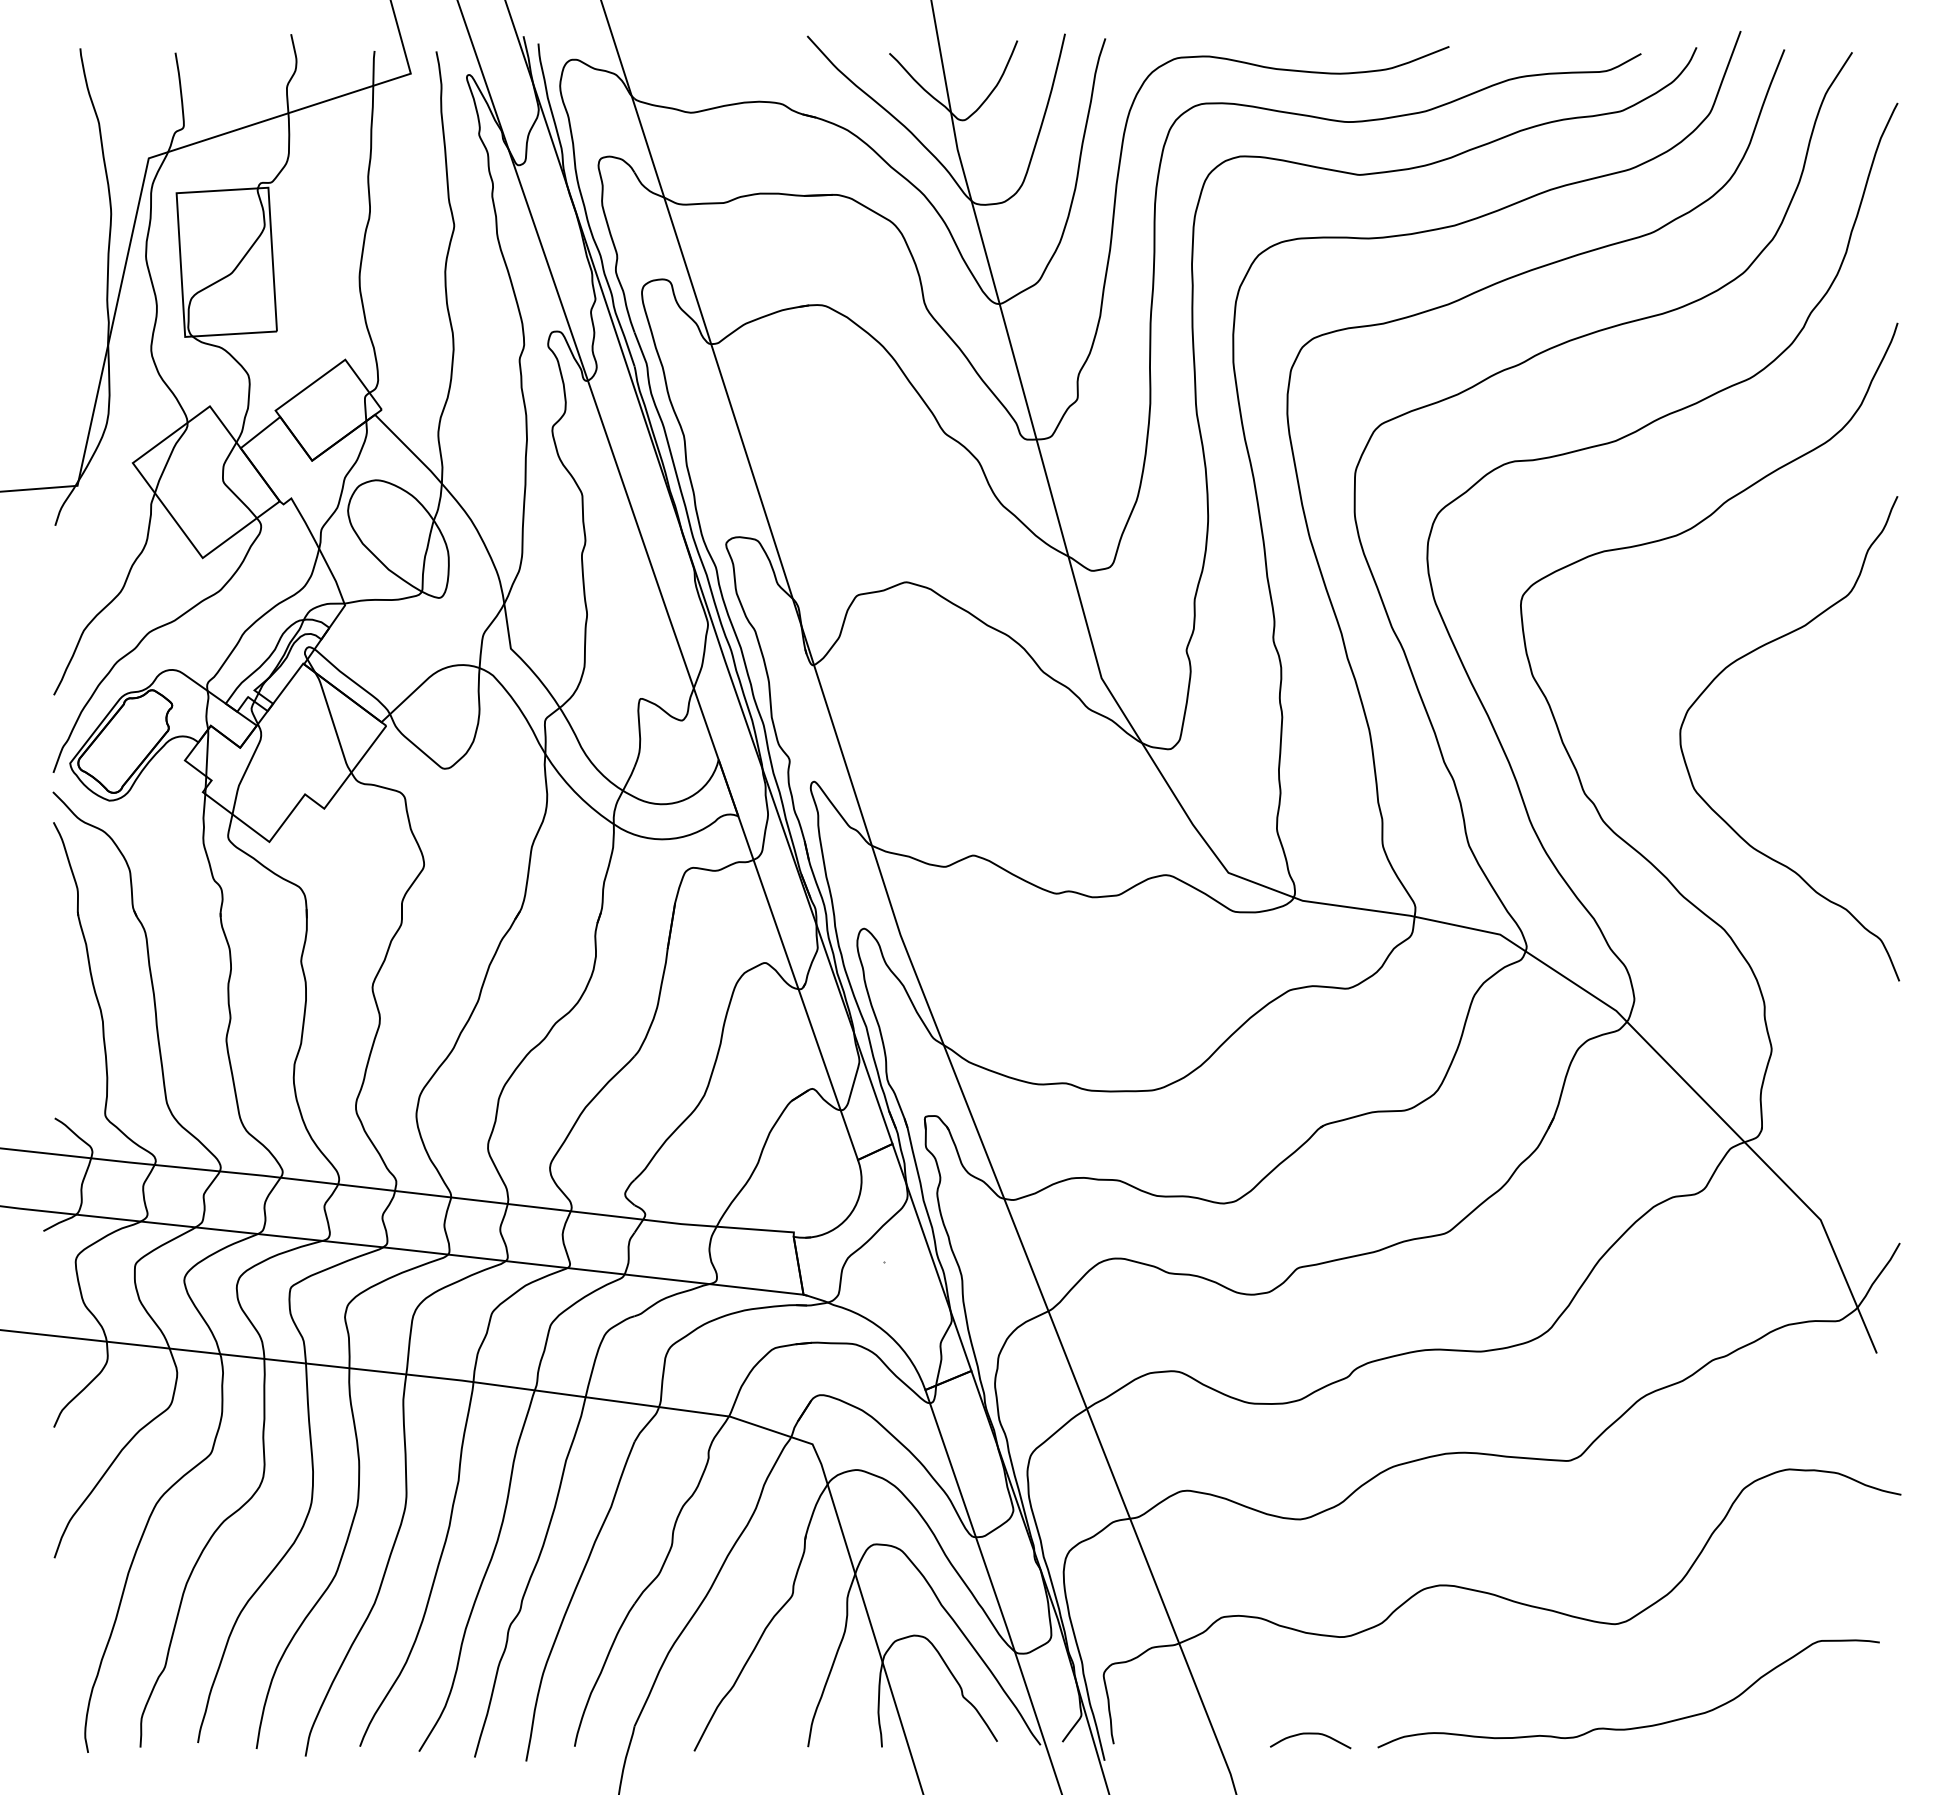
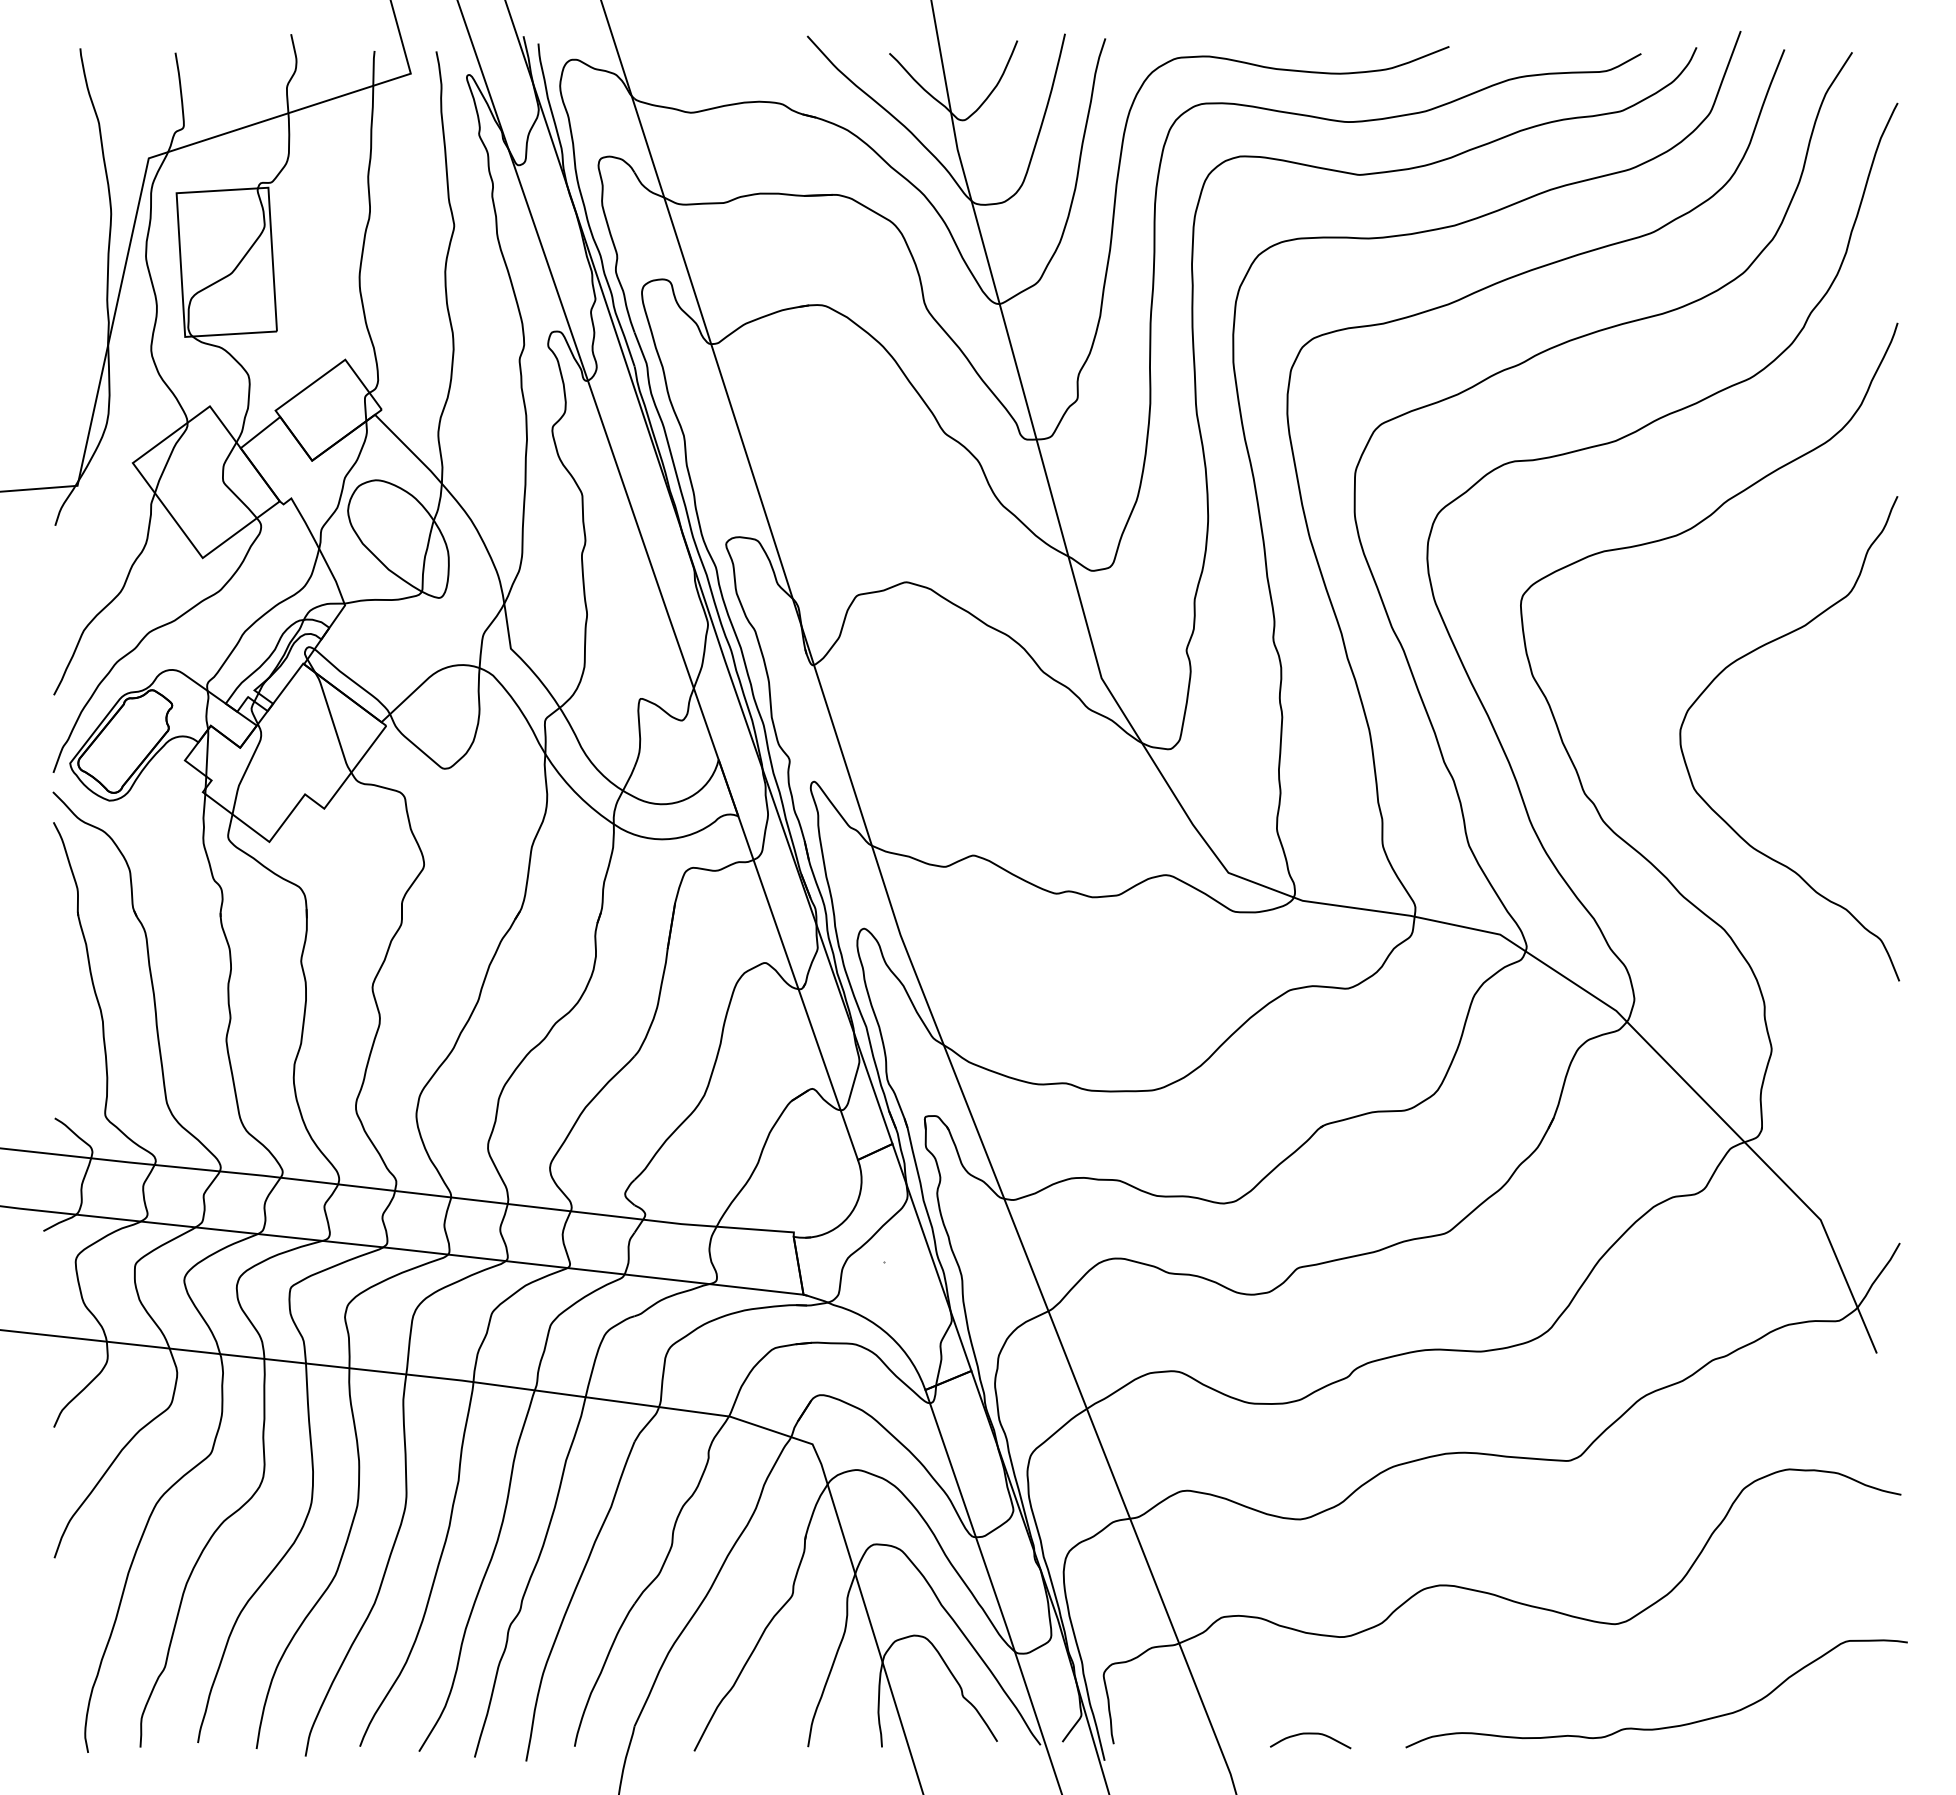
curve at (1632, 1727) position: (1632, 1727) -> (1660, 1727)
